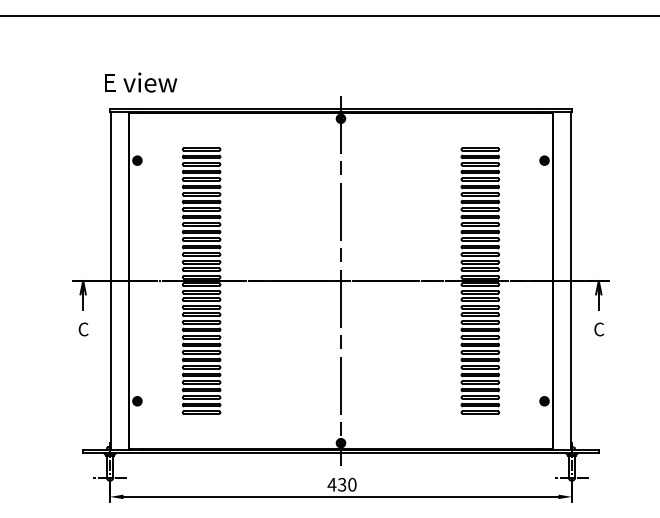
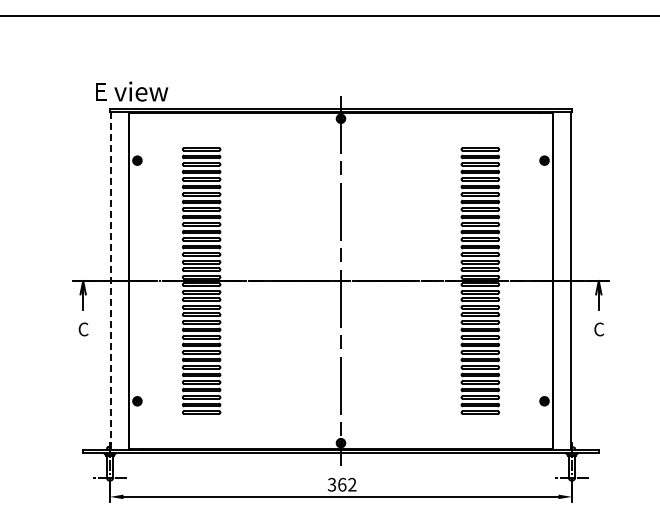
text at (141, 82) position: (141, 82) -> (132, 91)
line at (110, 280): solid -> dashed
text at (341, 484): 430 -> 362
